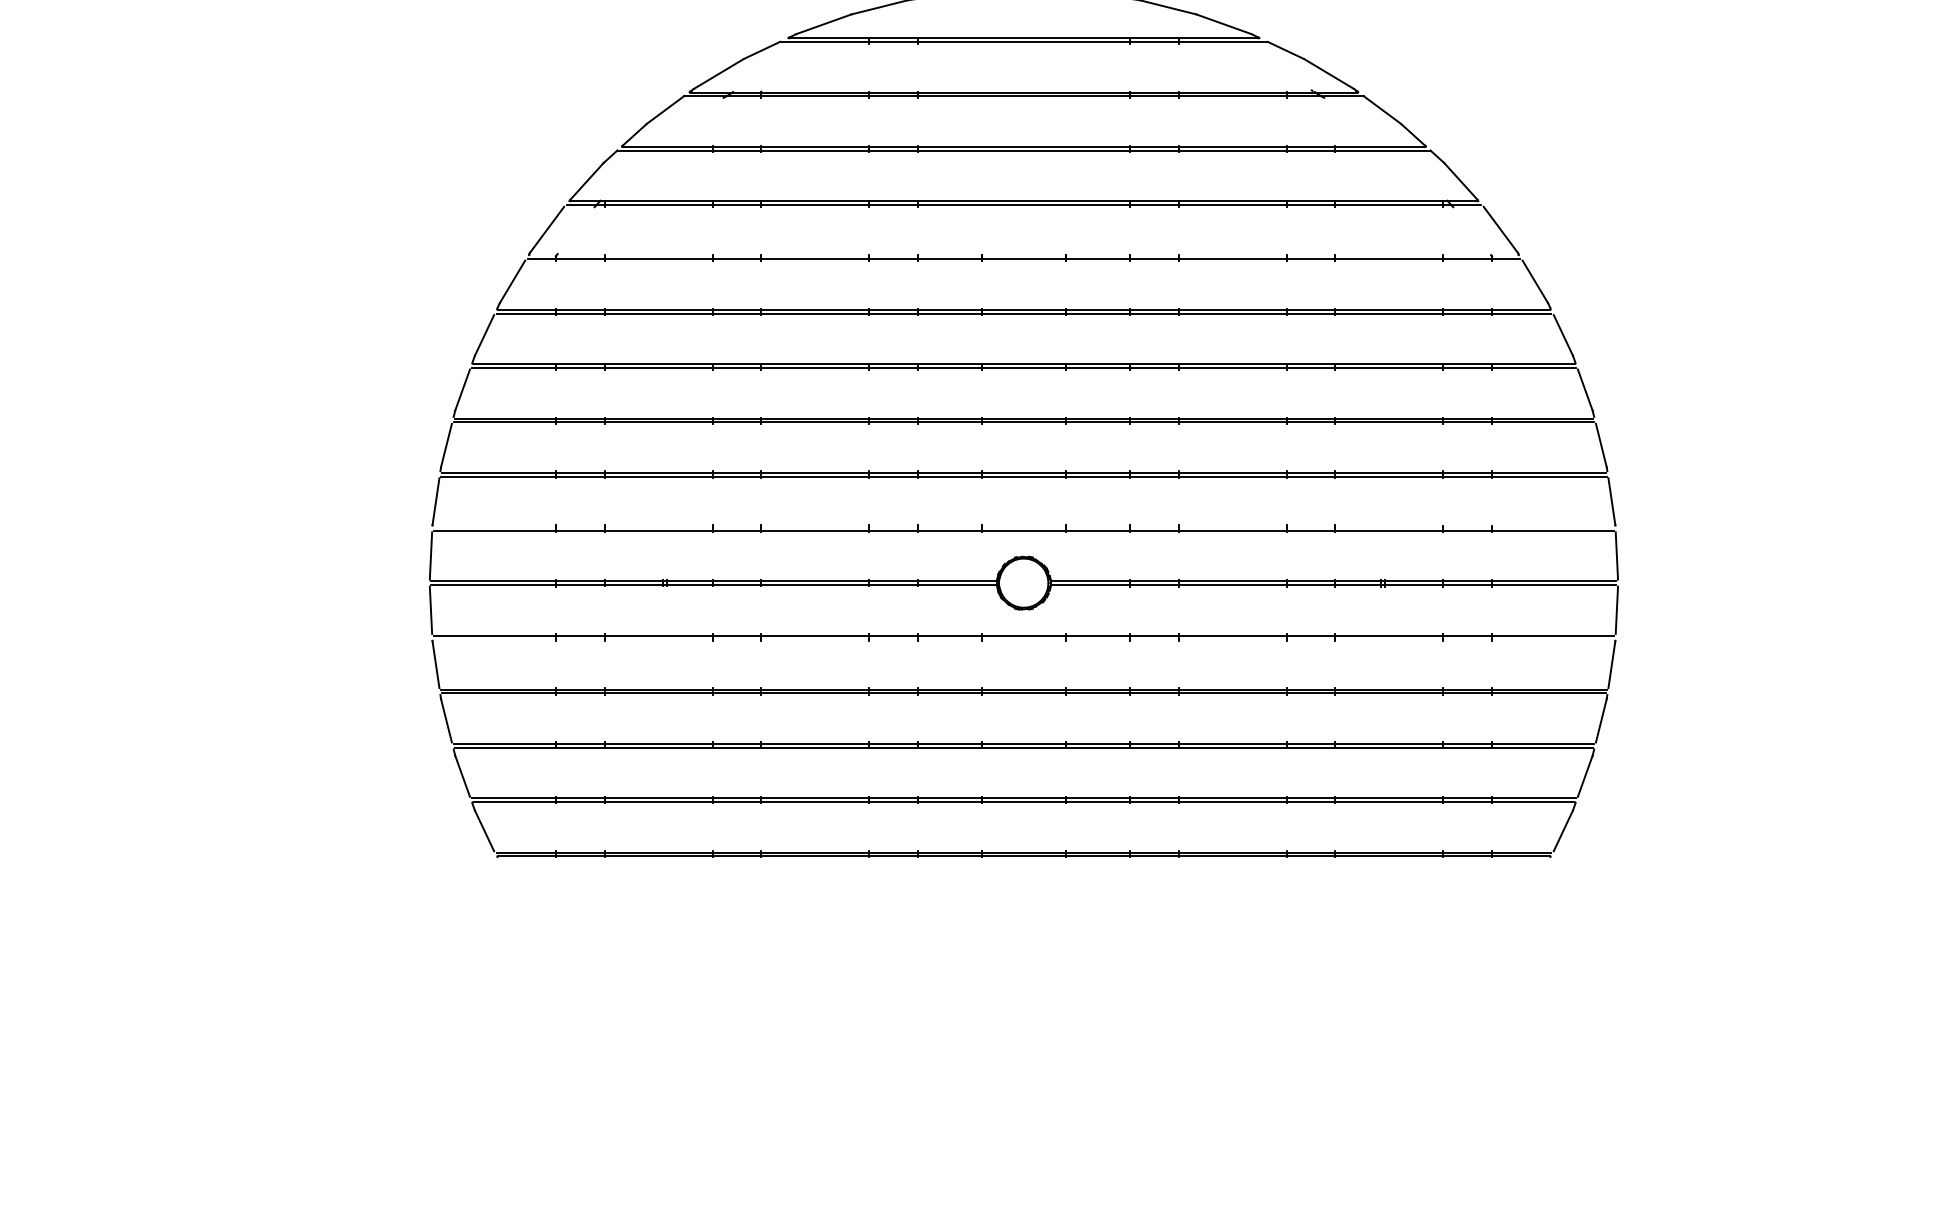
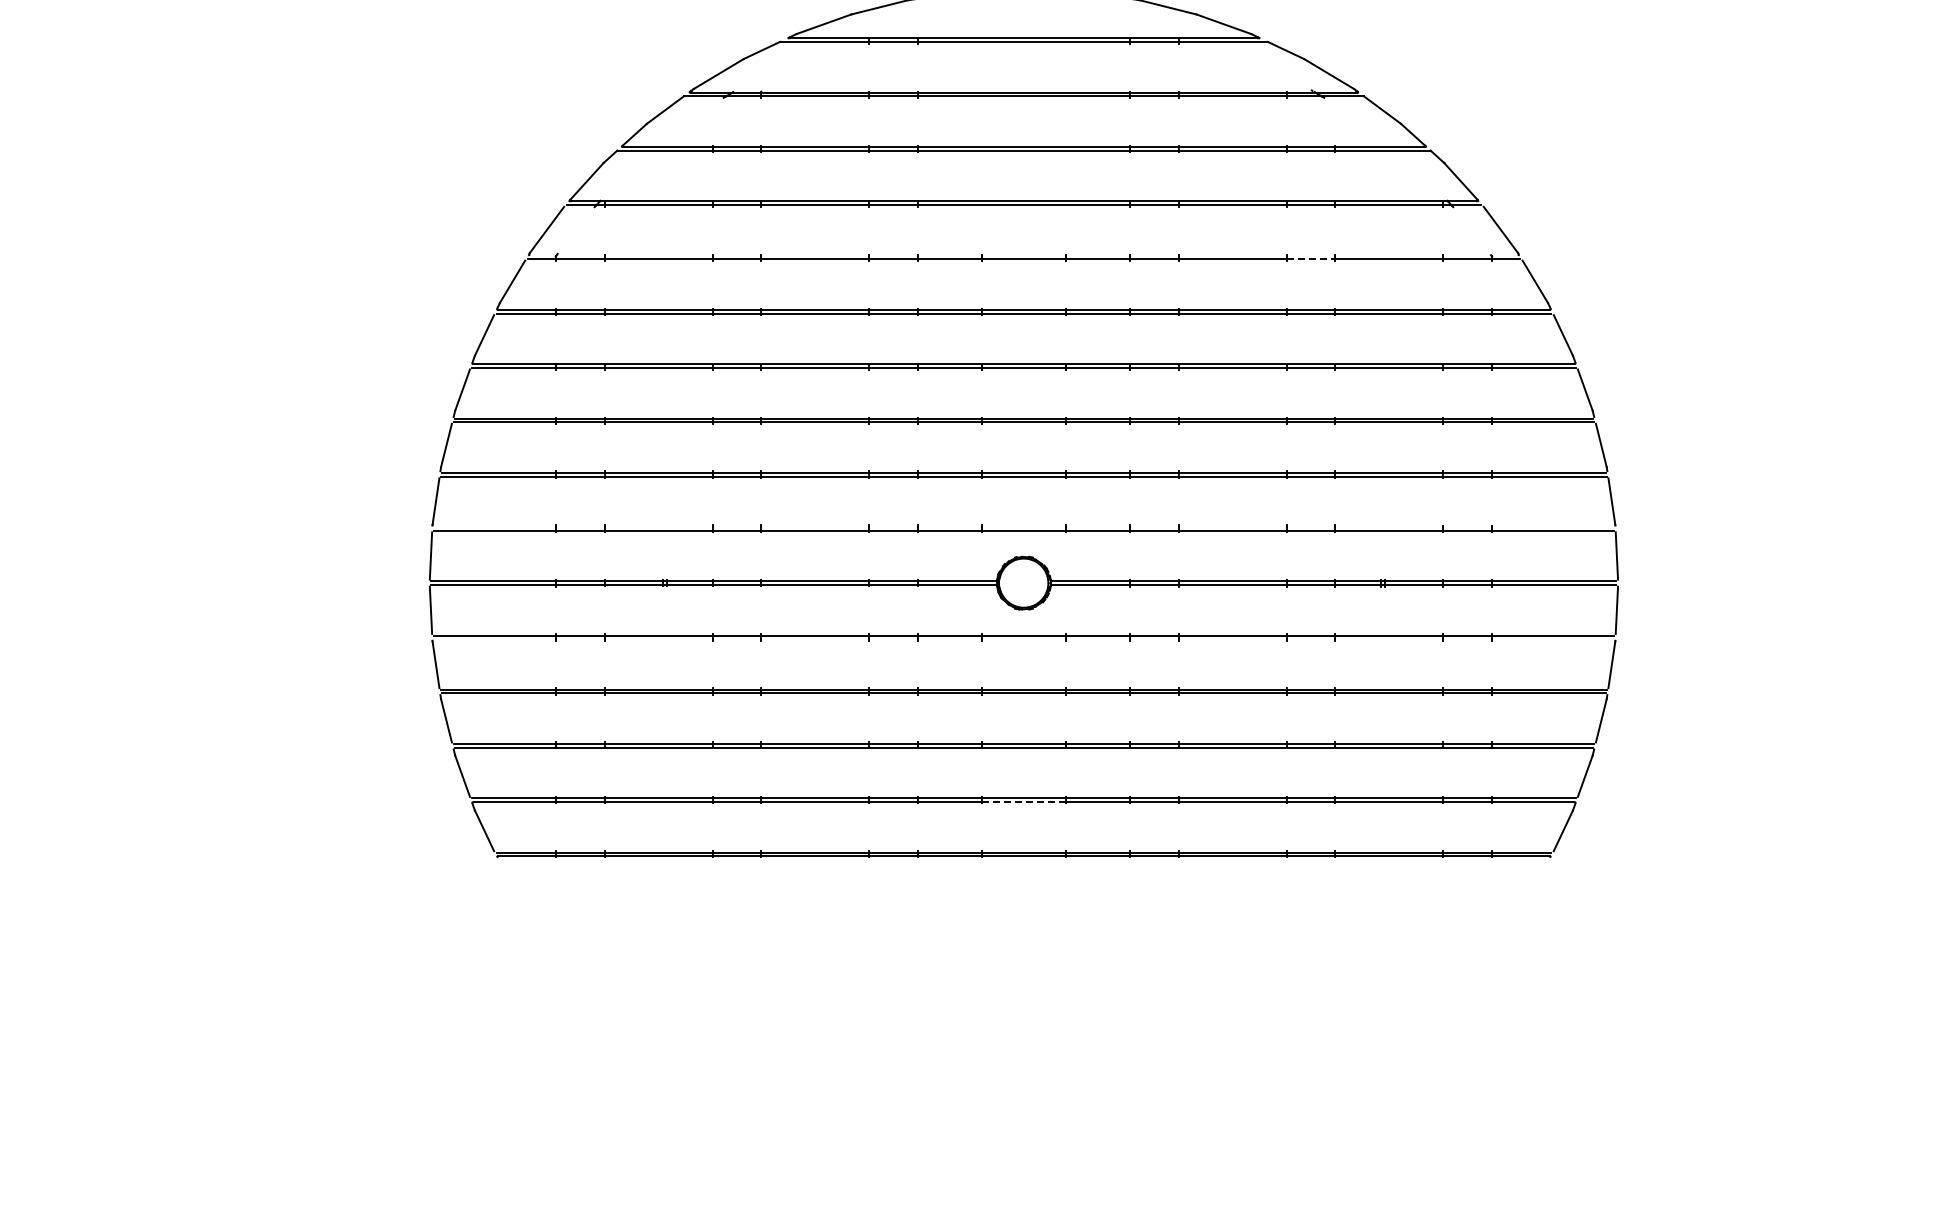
line at (1311, 259): solid -> dashed
line at (1024, 802): solid -> dashed
